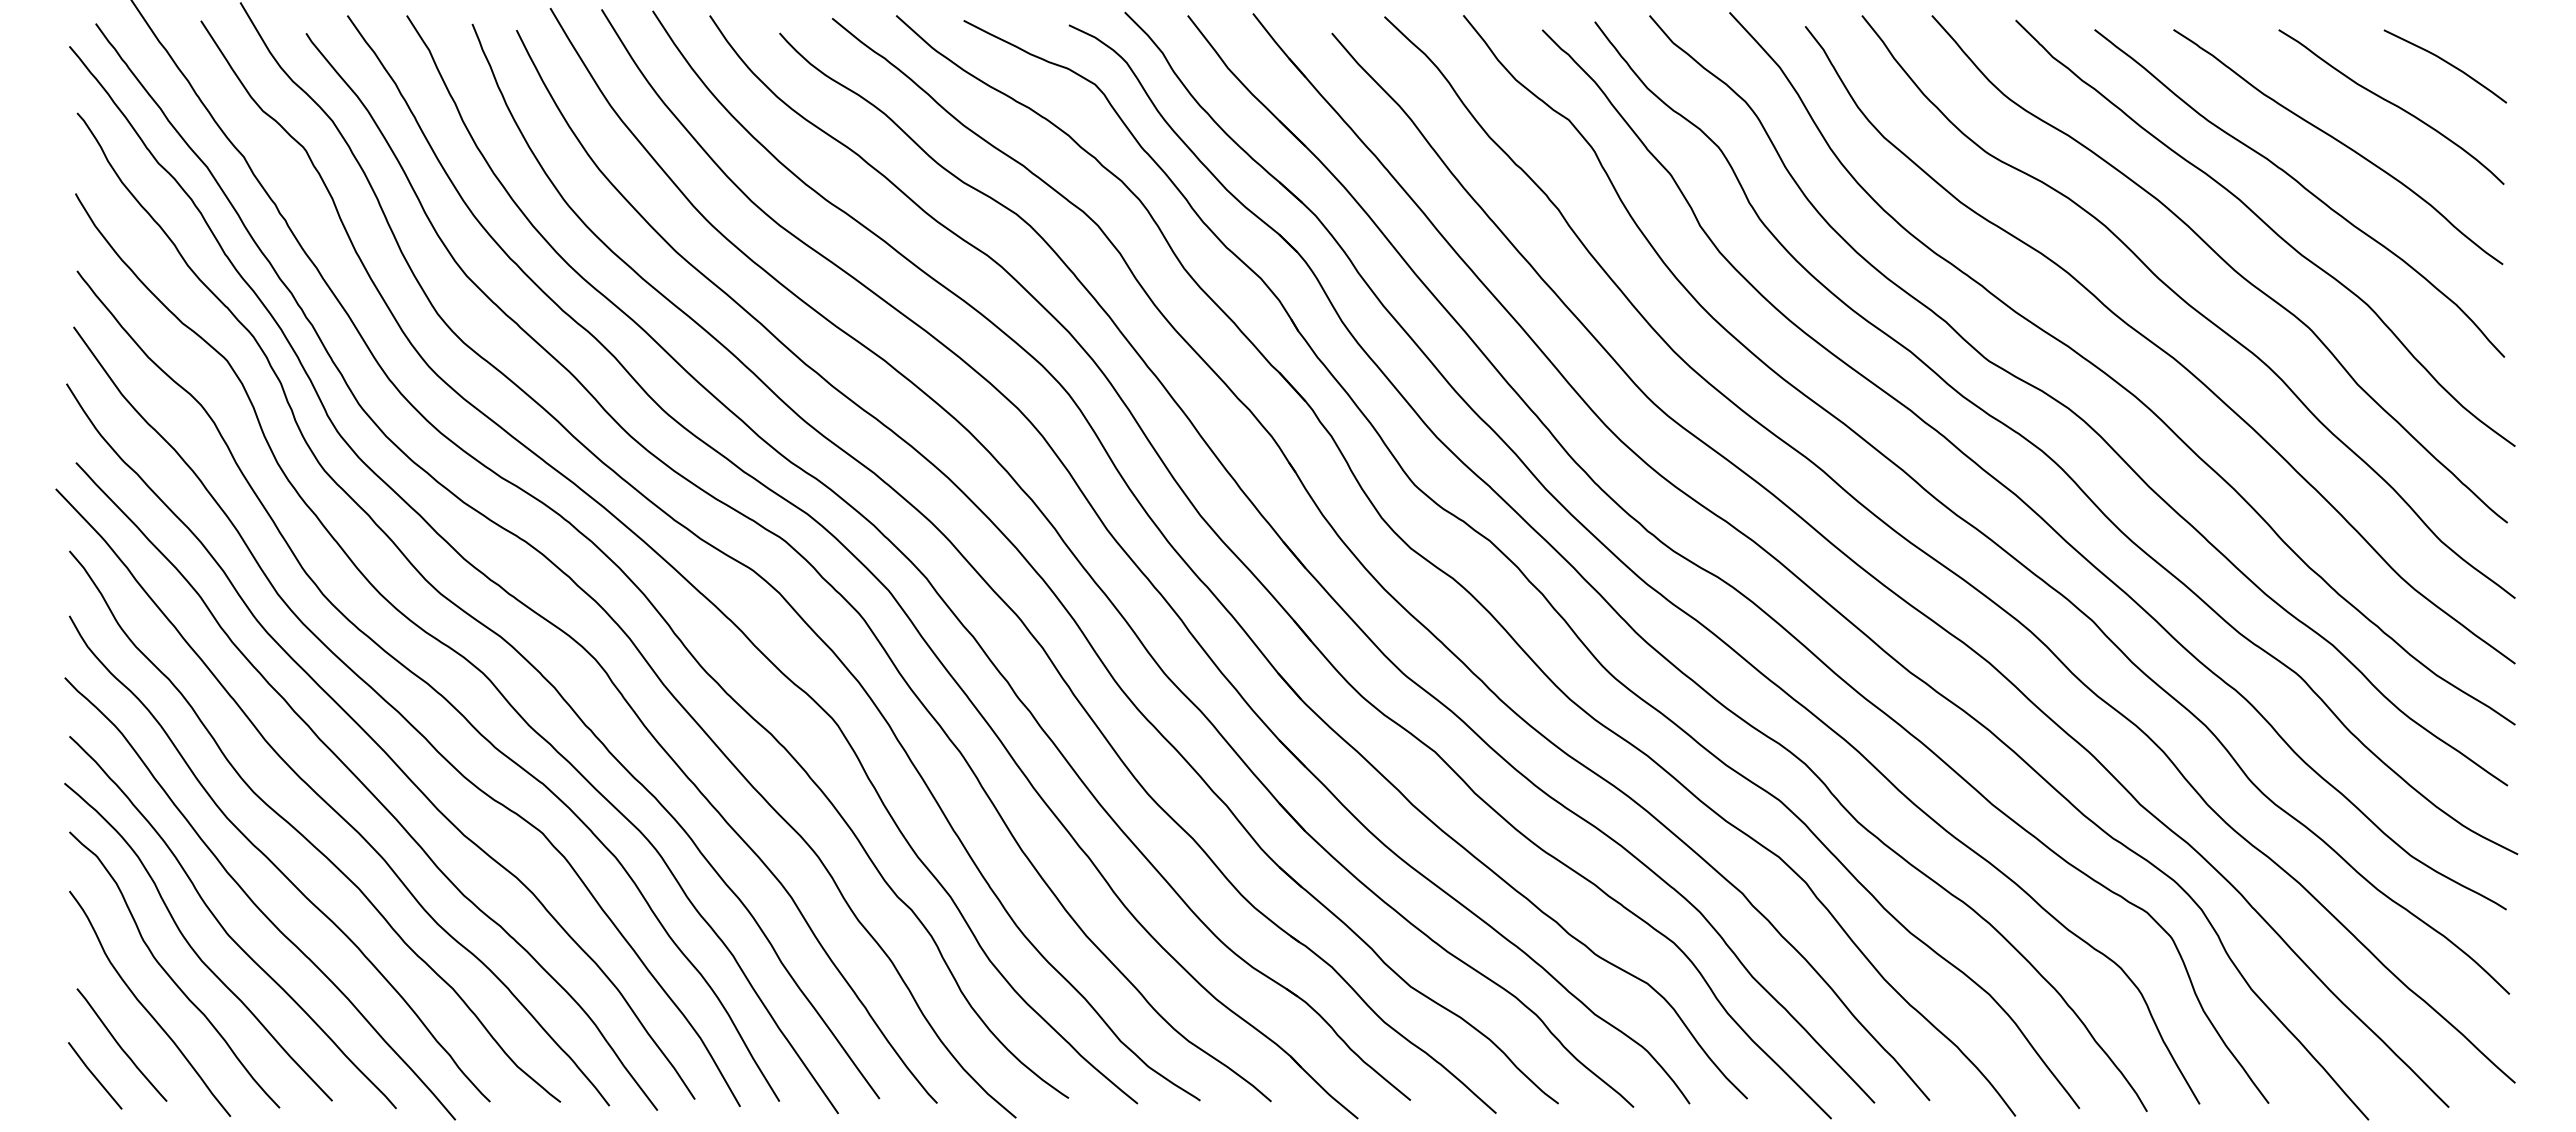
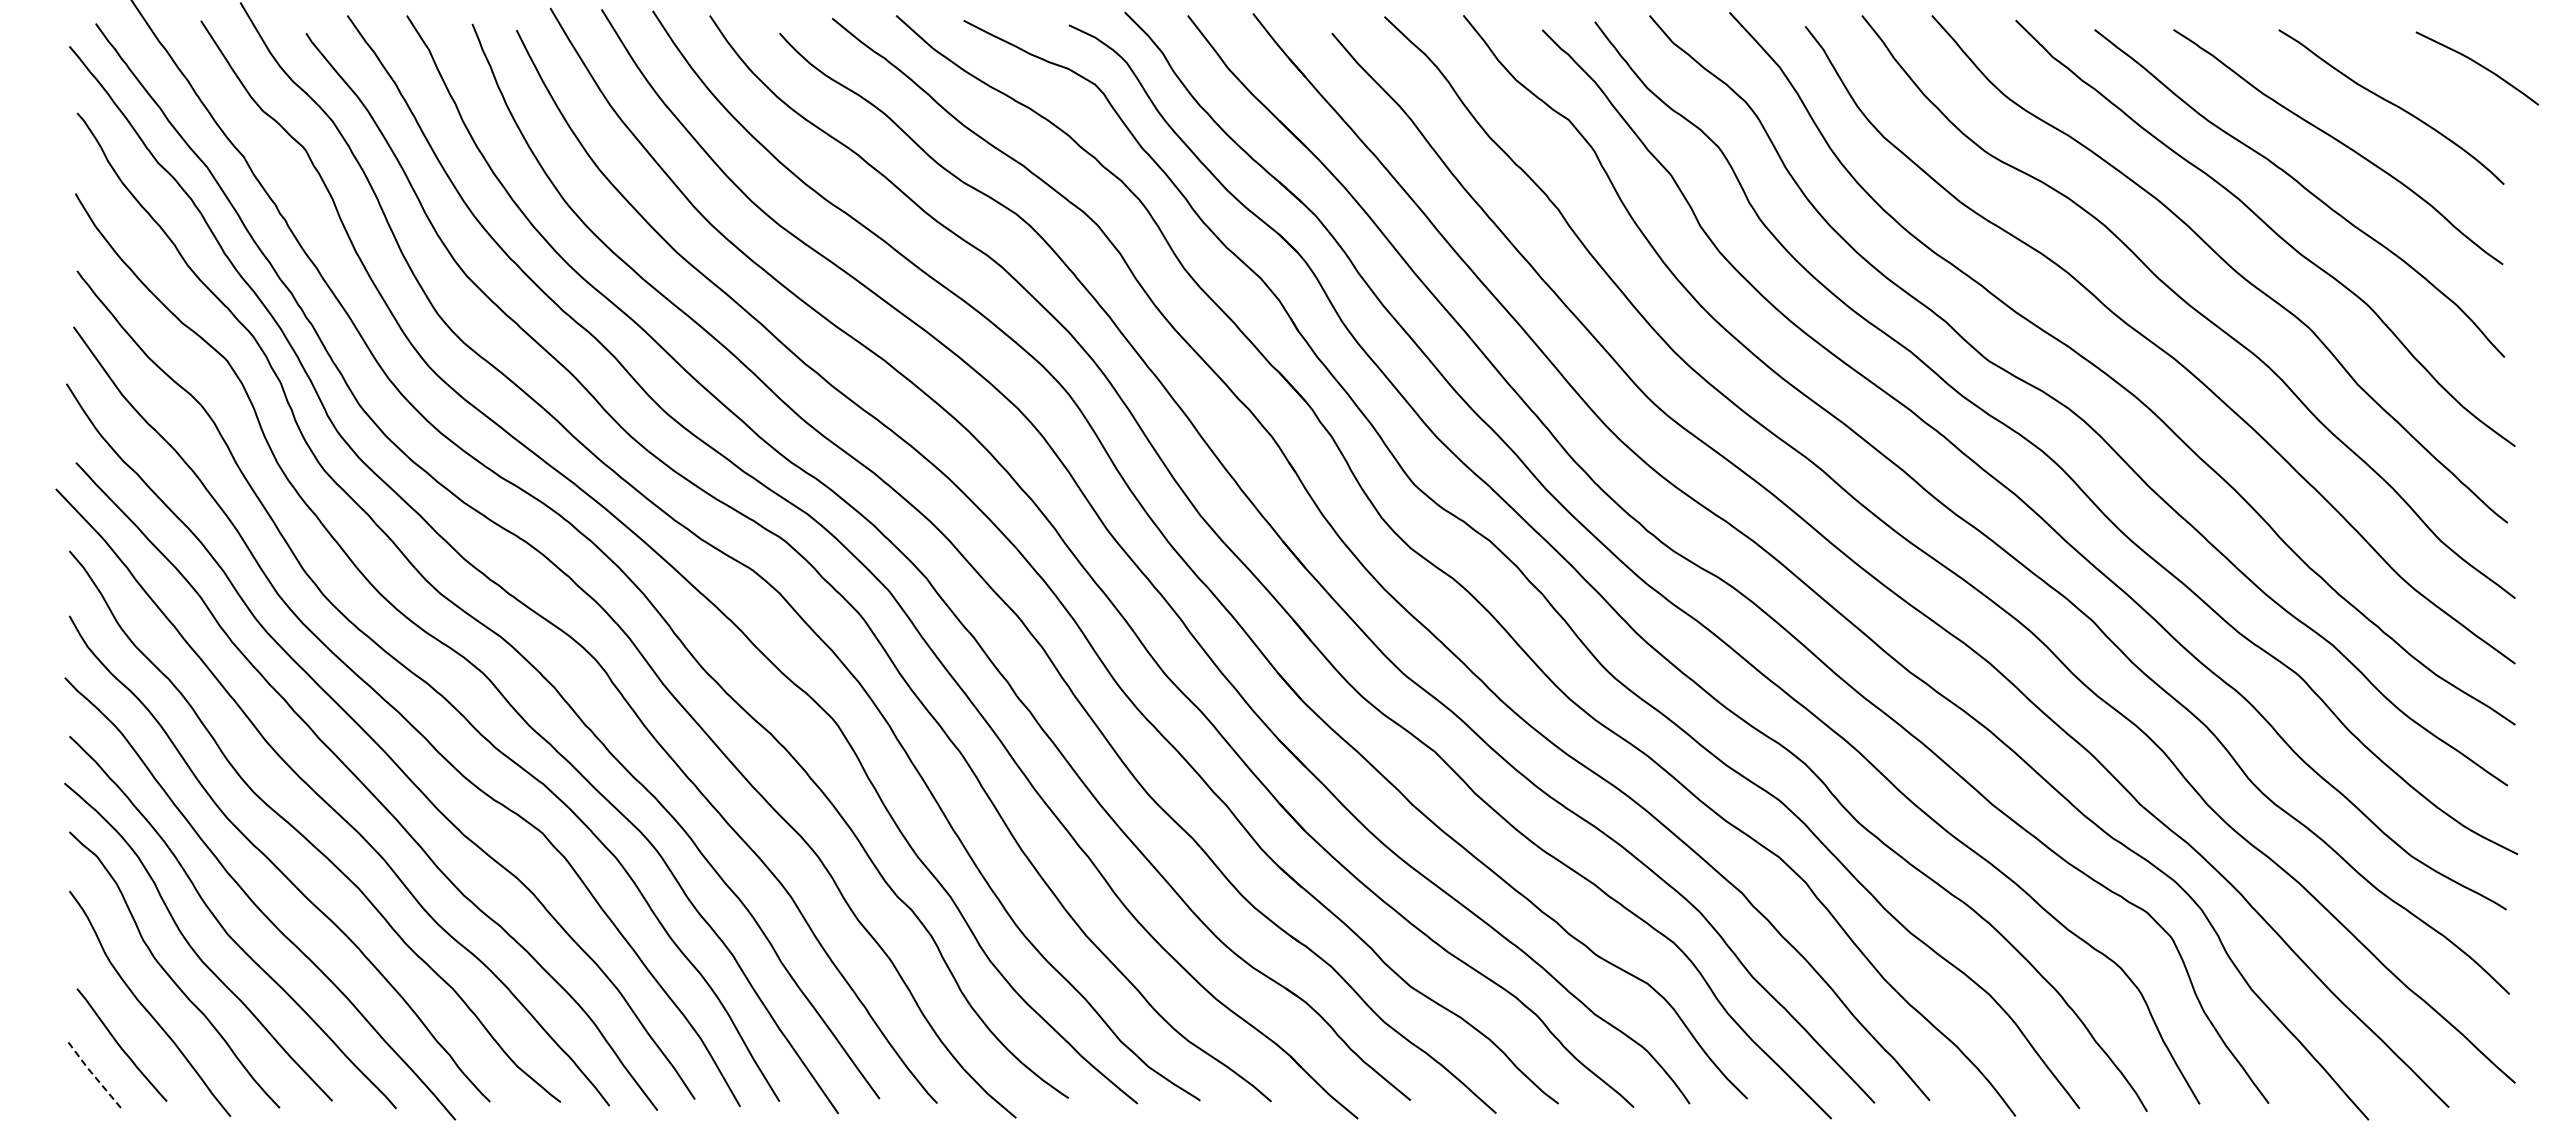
curve at (2446, 63) position: (2446, 63) -> (2478, 65)
line at (94, 1075): solid -> dashed
